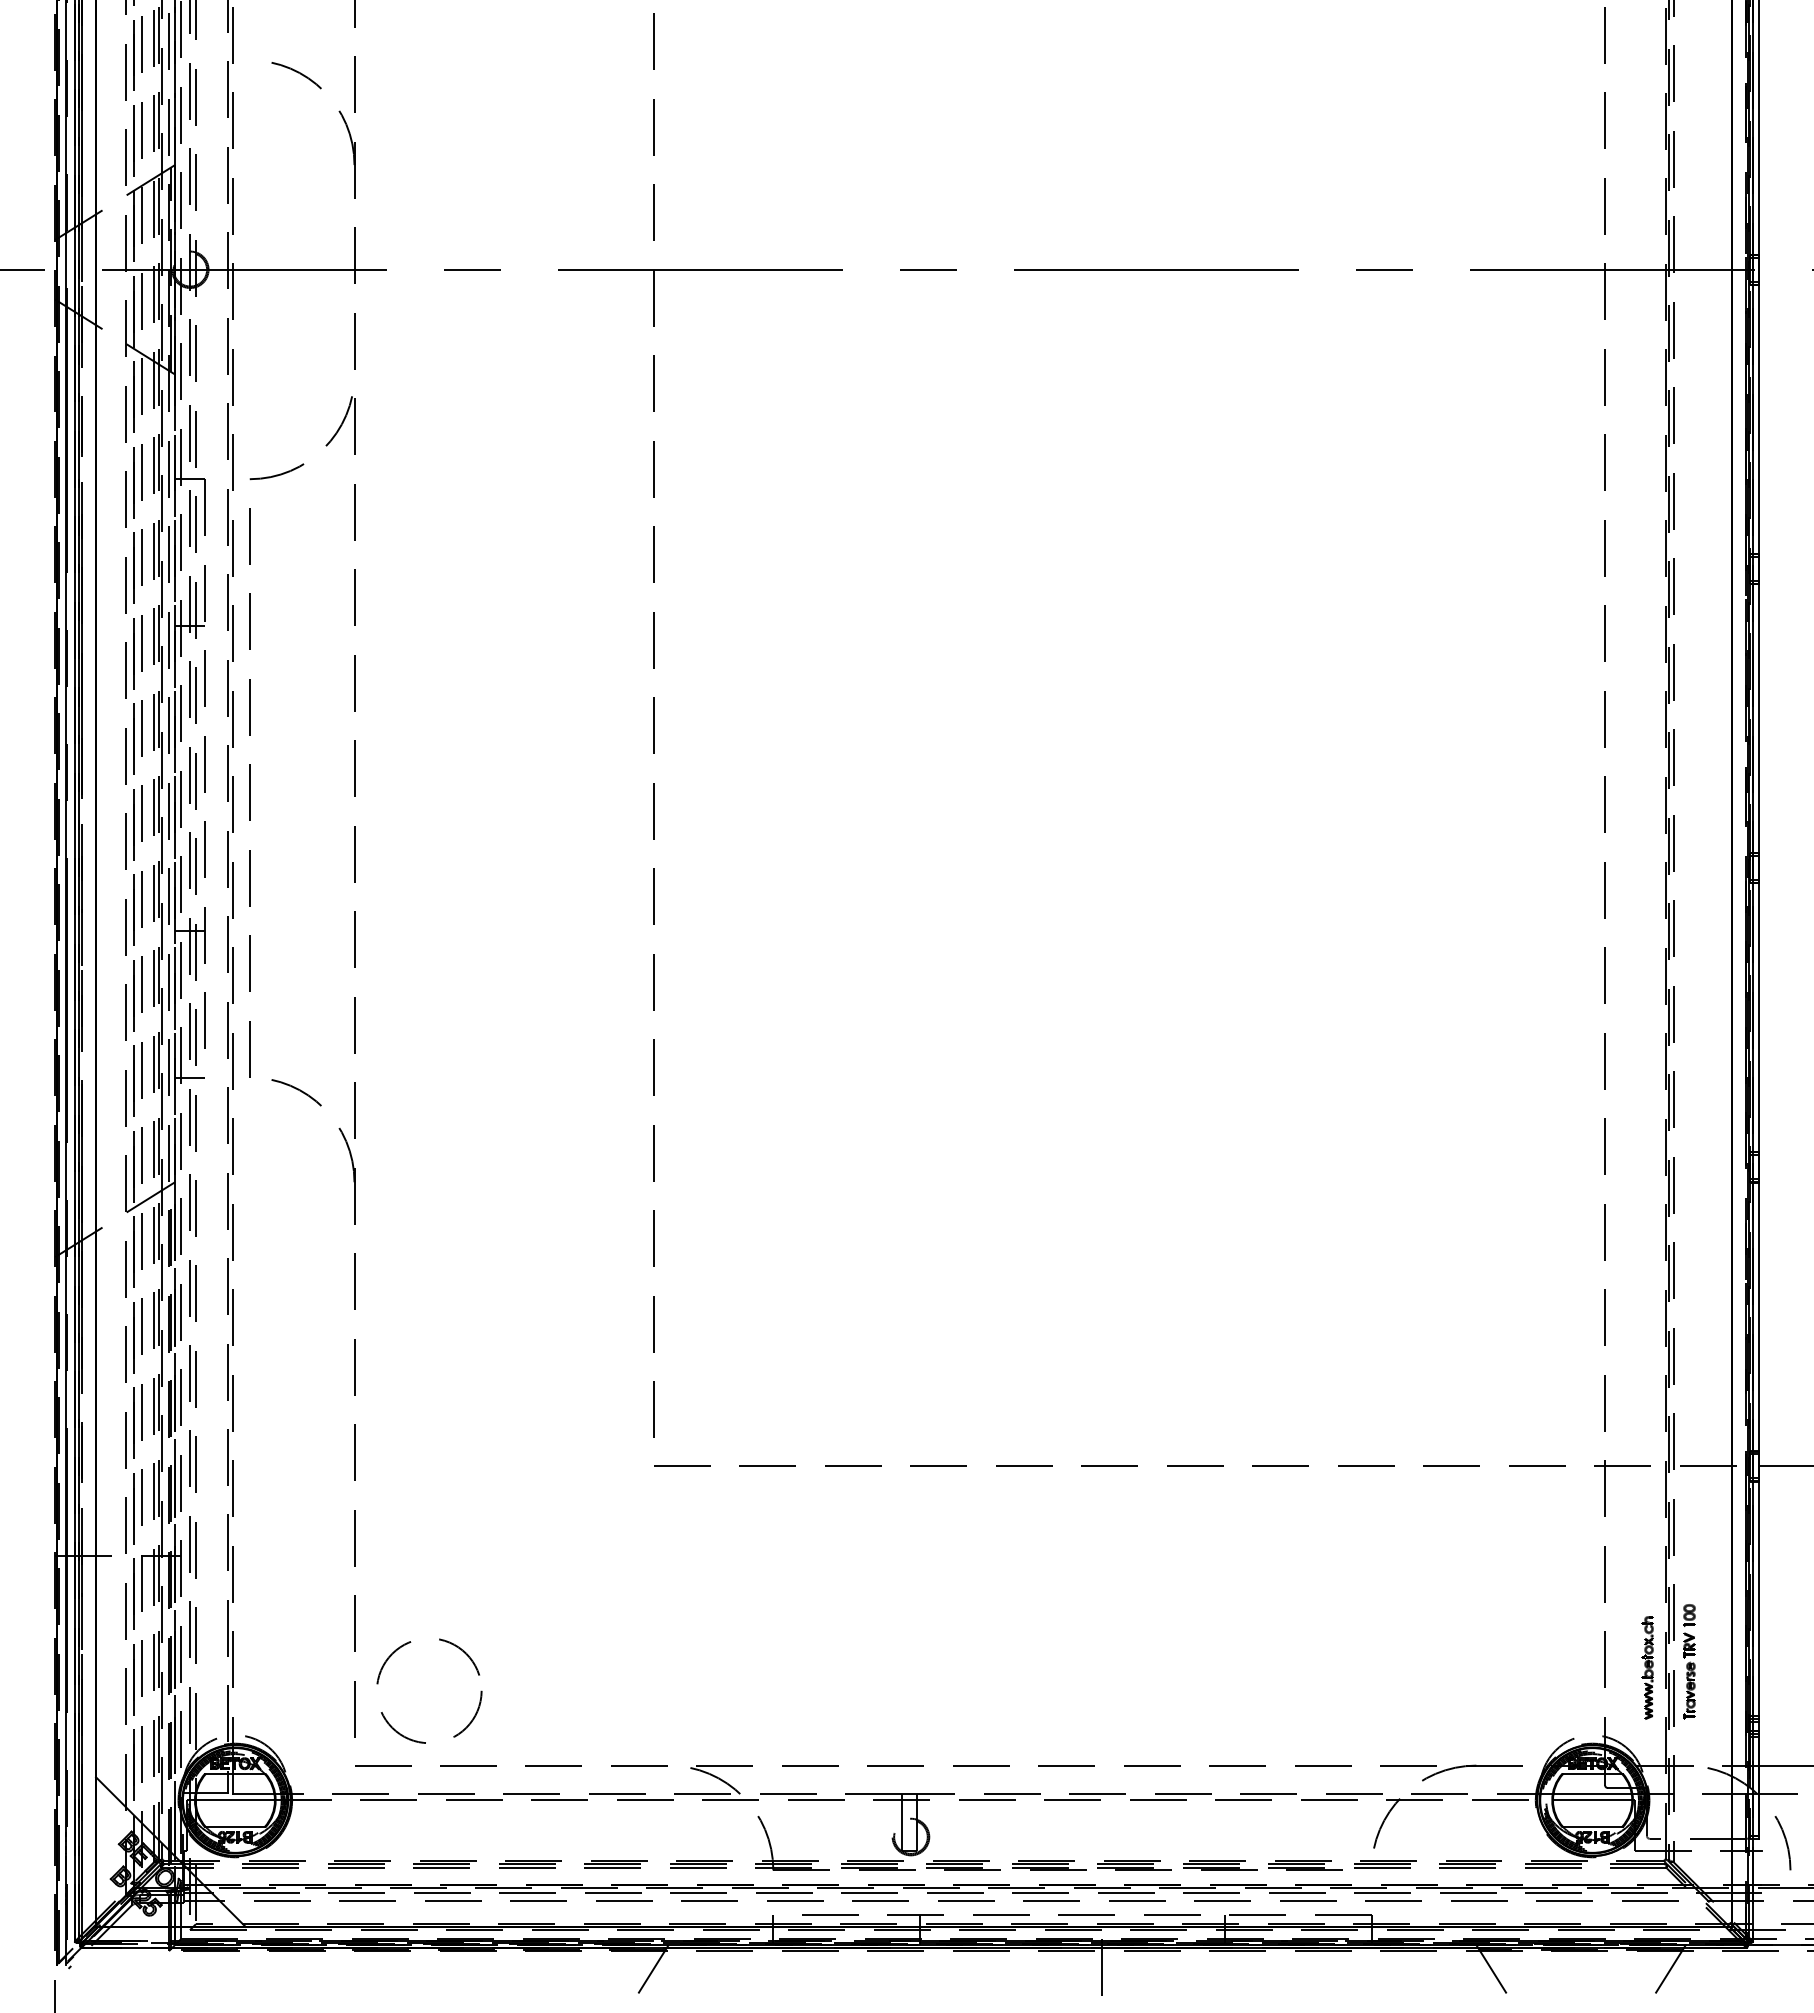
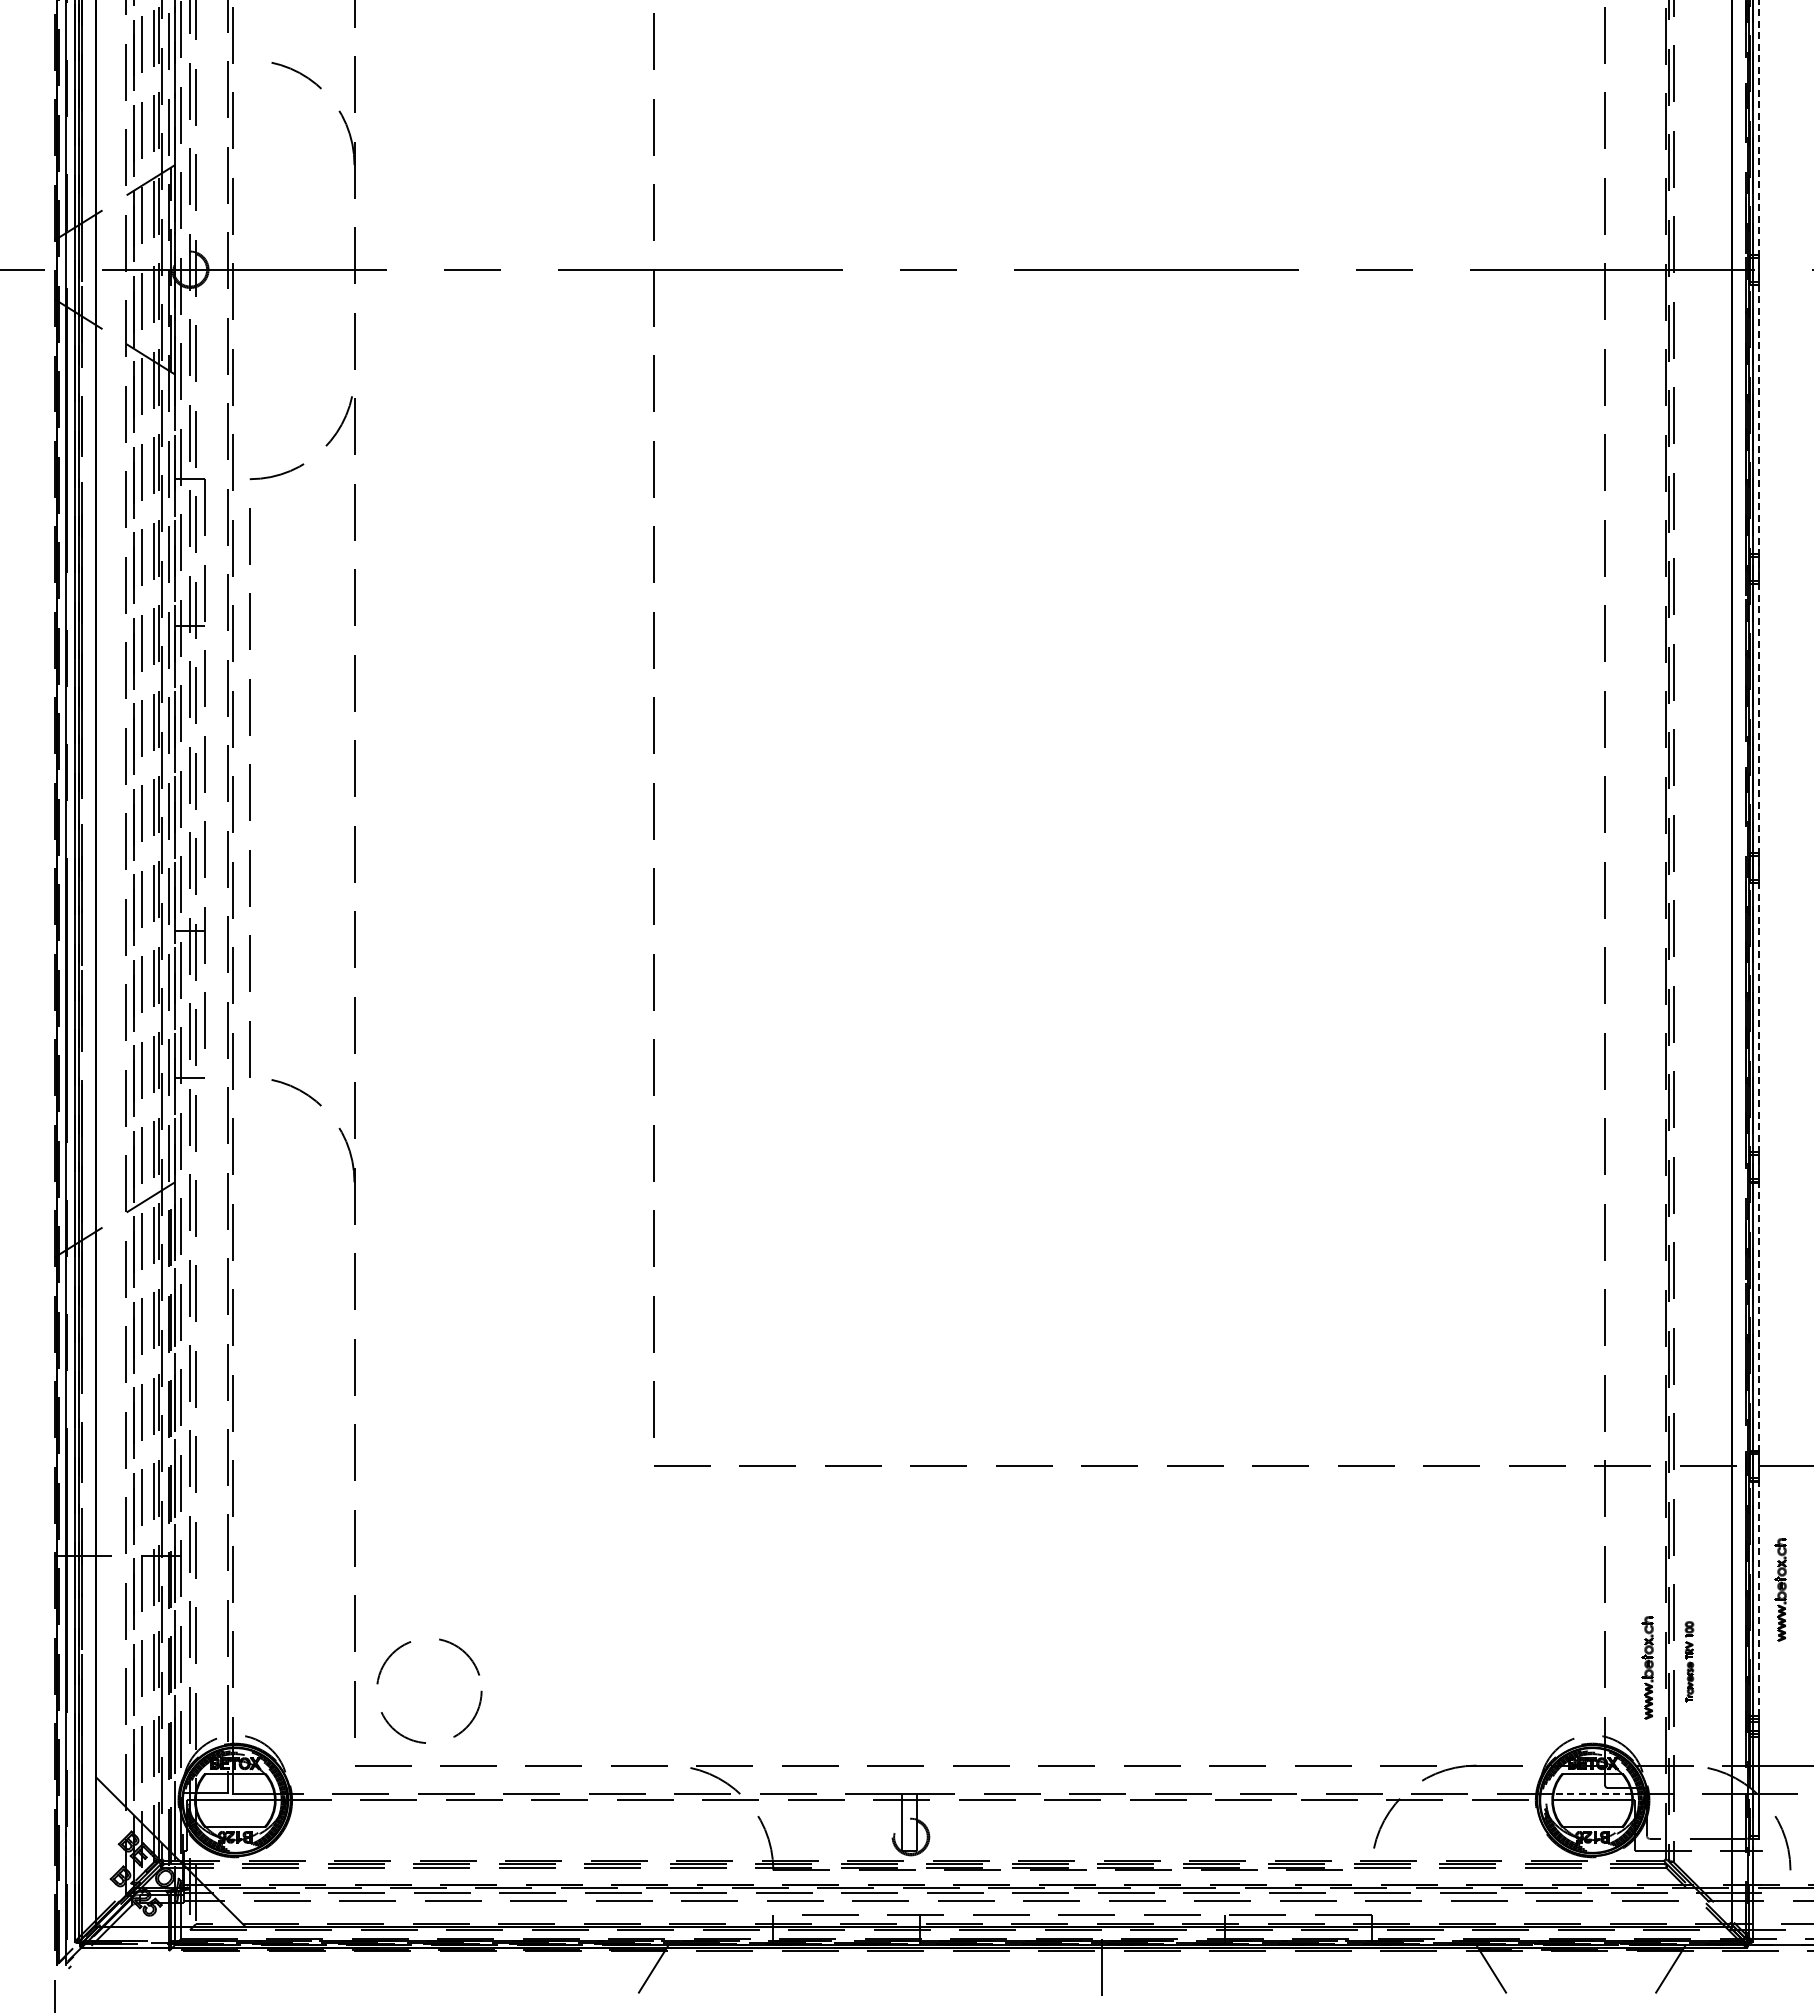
line at (1759, 858): solid -> dashed
part at (1780, 1589): none -> present
part at (1689, 1661) size: 13x116 px -> 11x82 px
line at (1592, 1794): solid -> dashed
